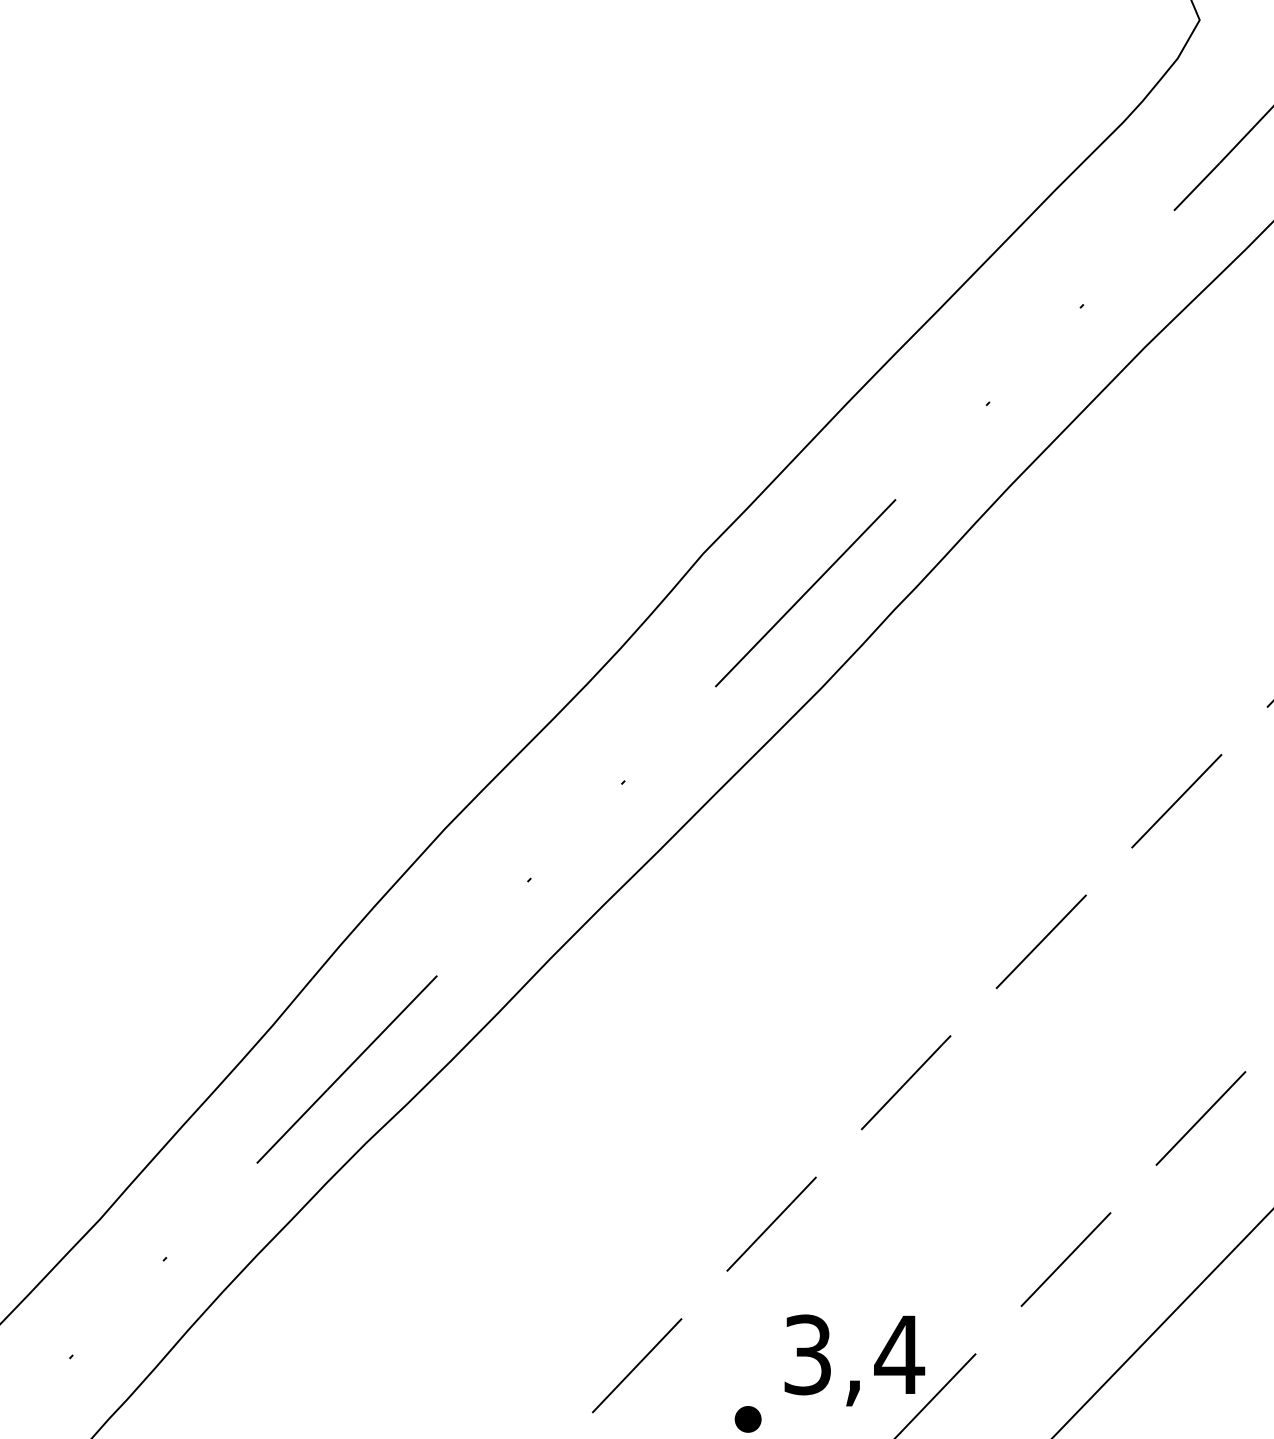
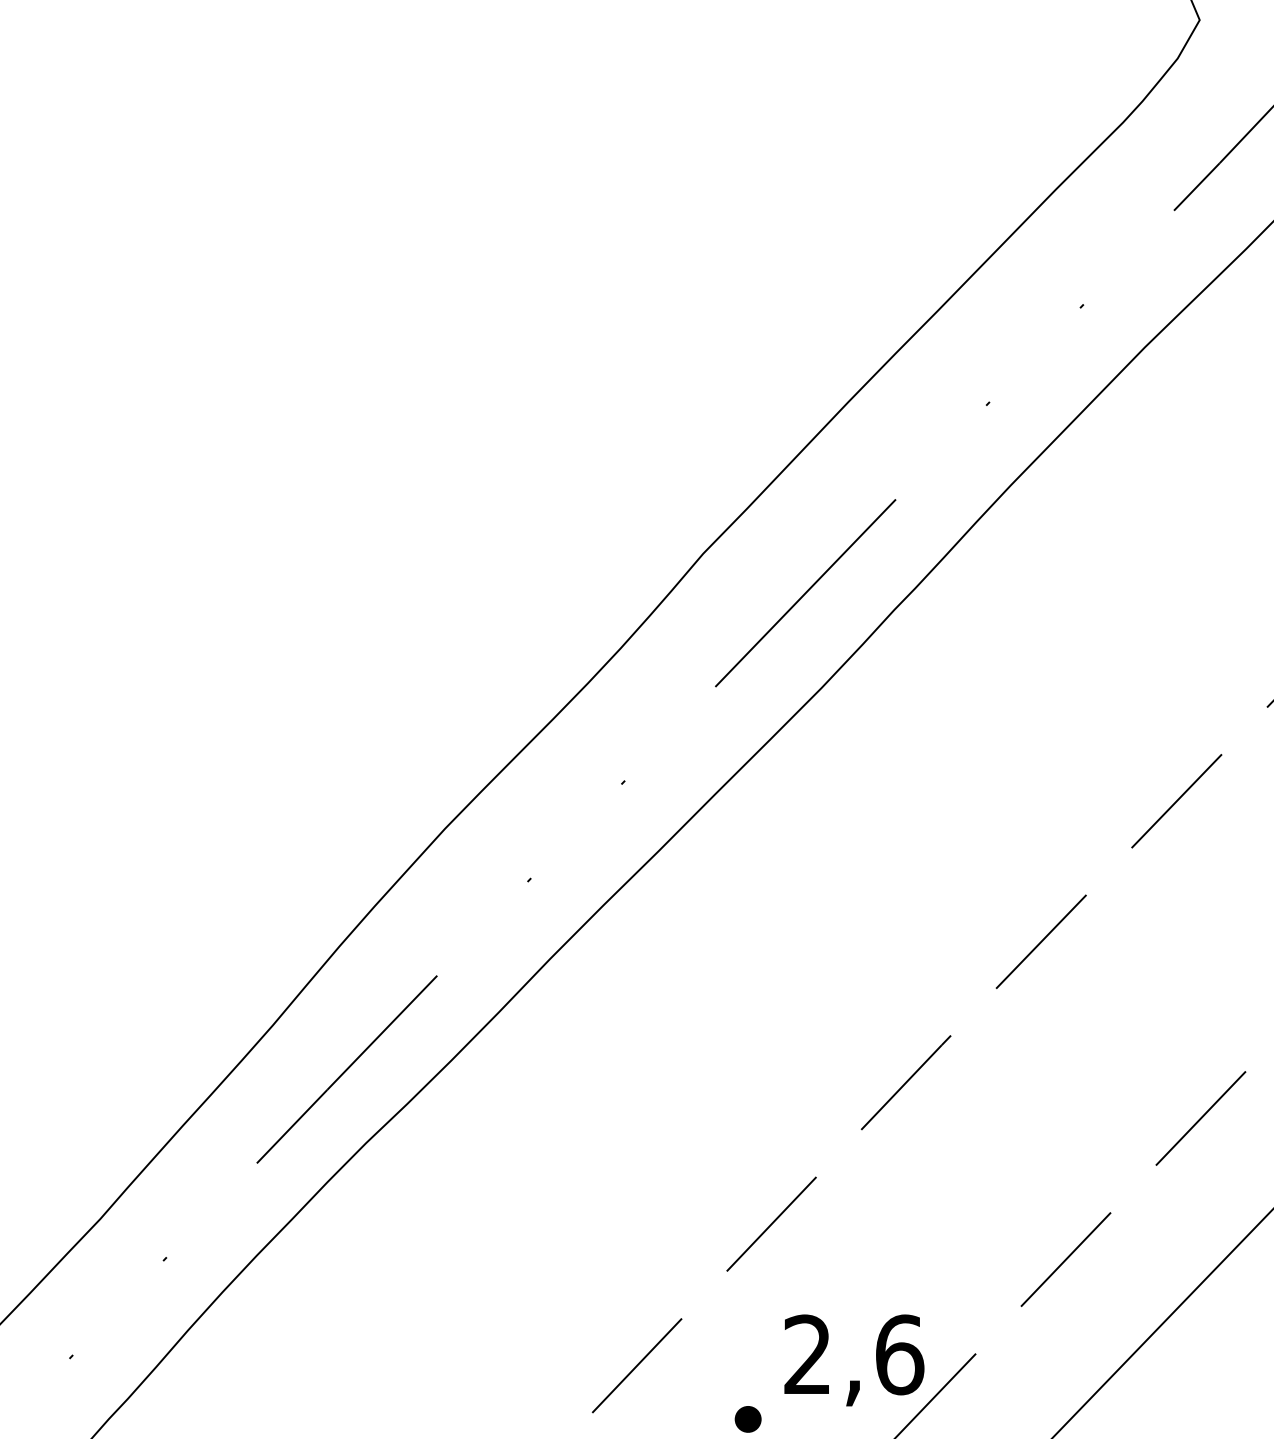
text at (854, 1354): 3,4 -> 2,6
